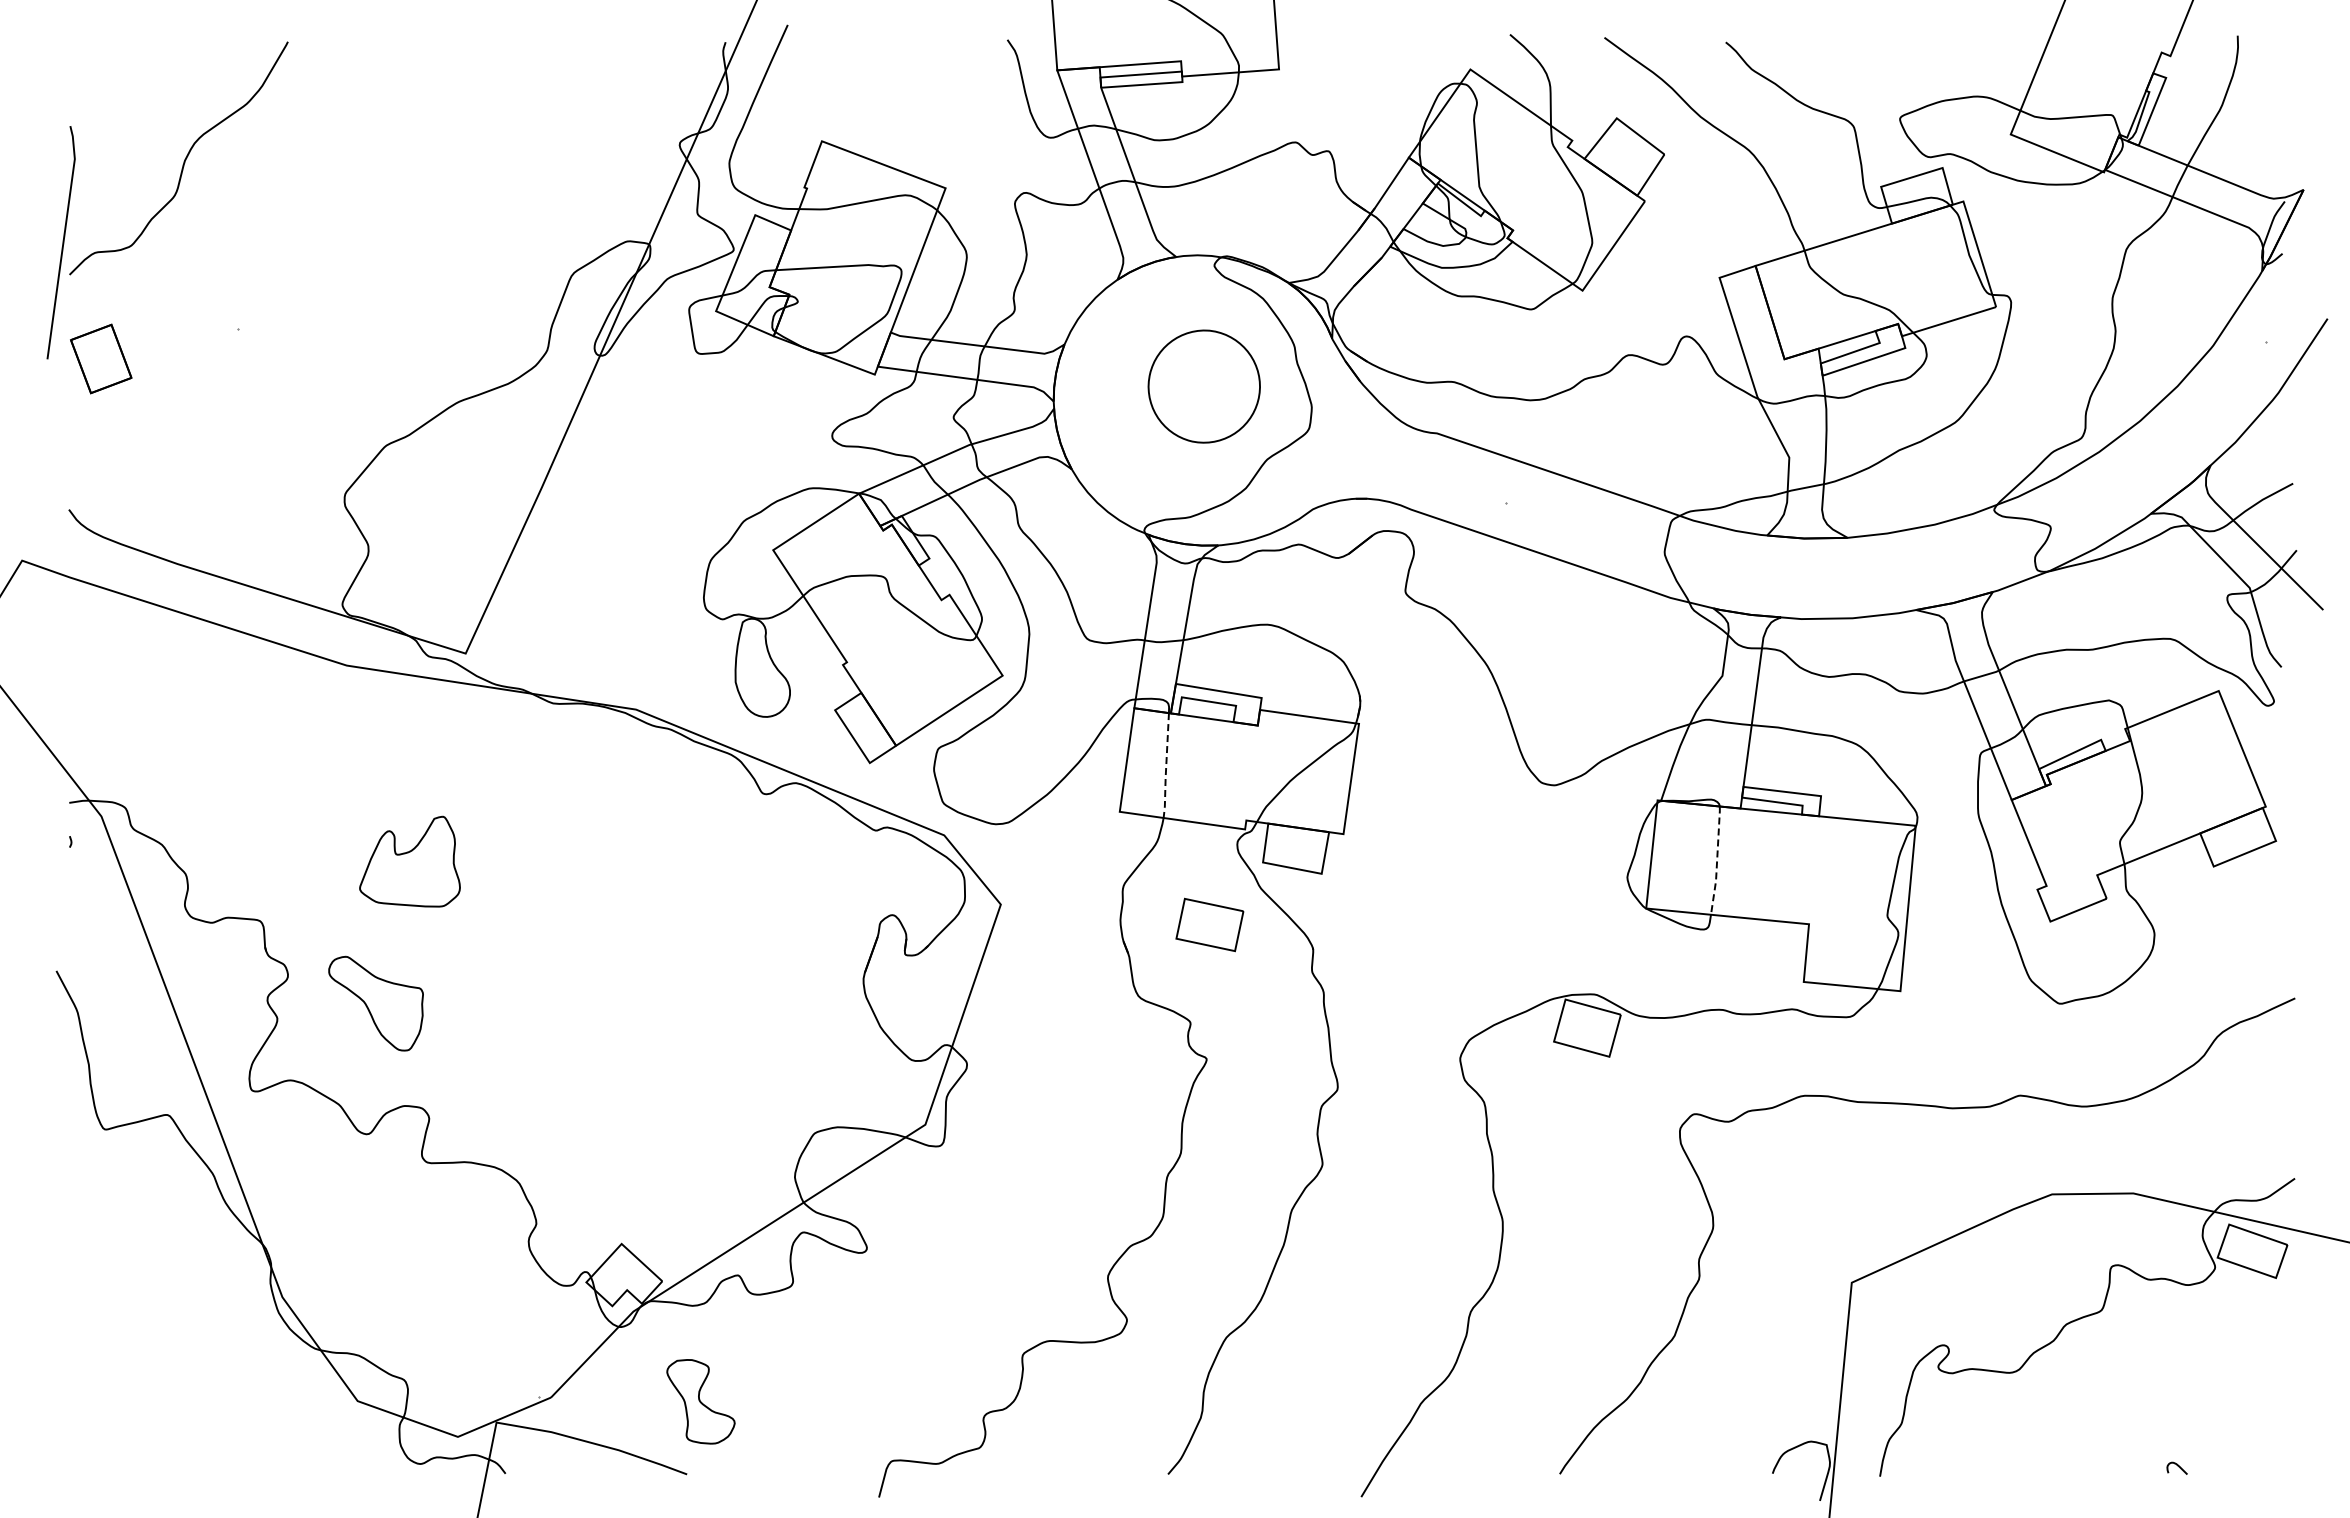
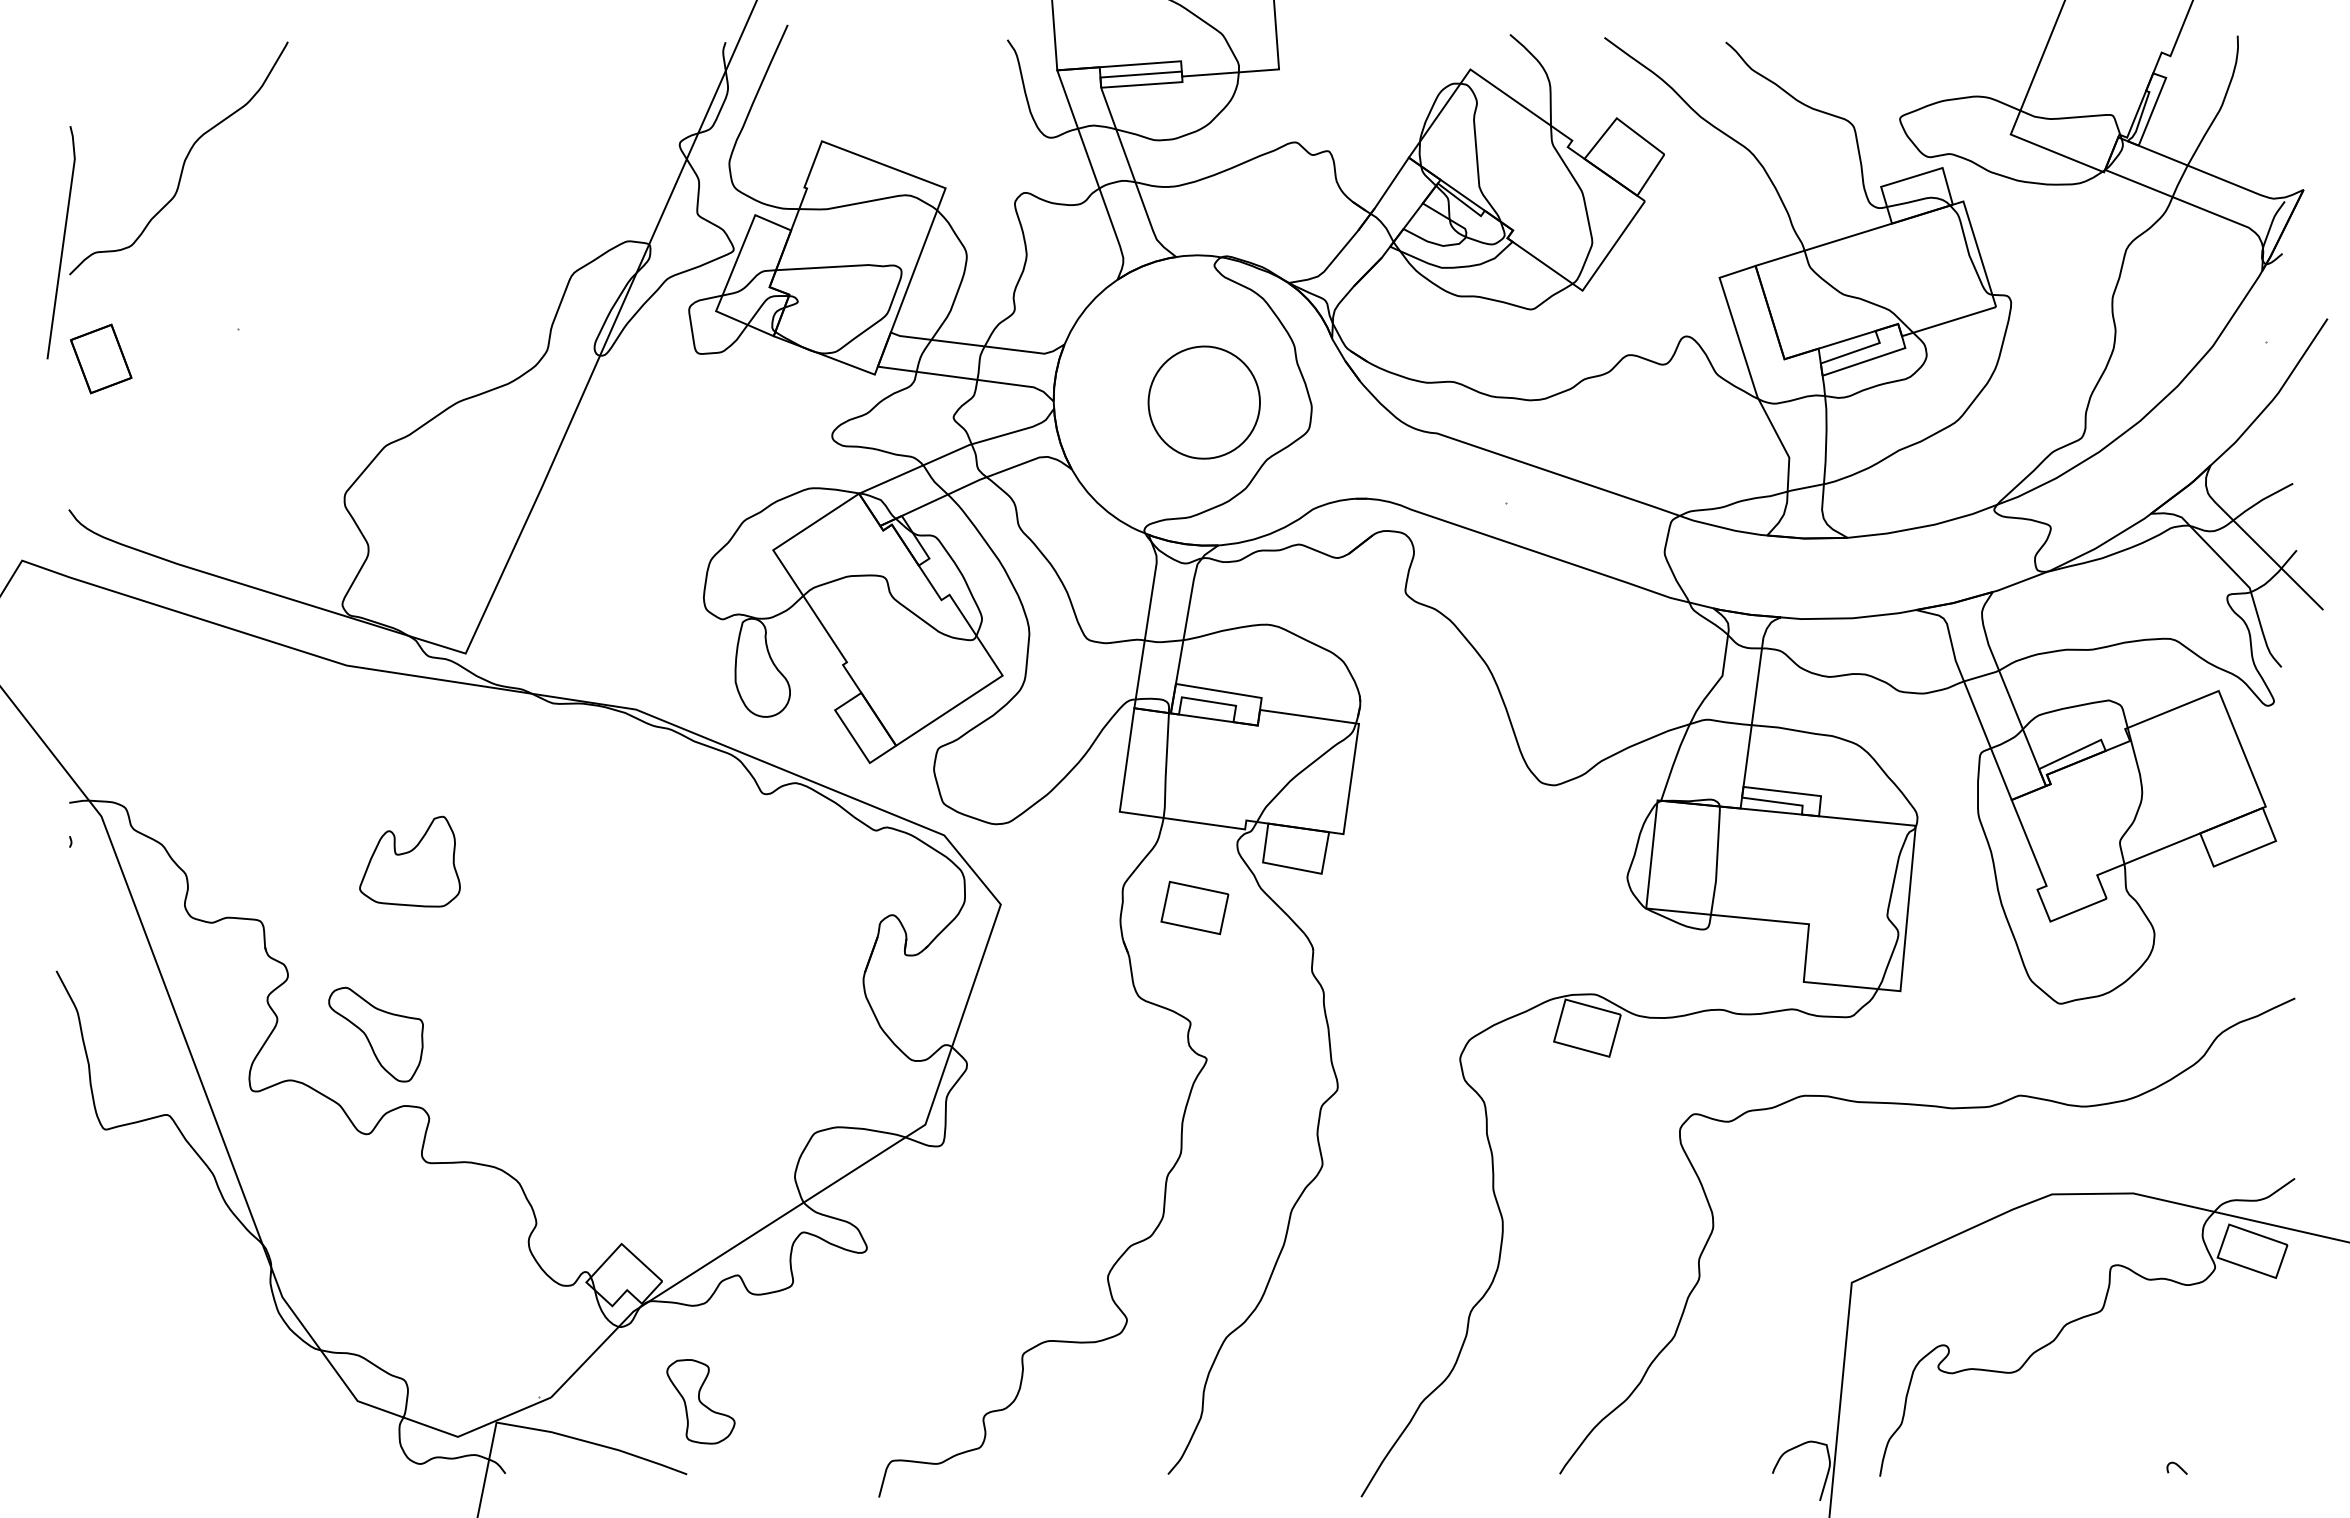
part at (1203, 386) position: (1203, 386) -> (1203, 402)
line at (1166, 767): dashed -> solid
line at (1717, 861): dashed -> solid
part at (1209, 924) position: (1209, 924) -> (1194, 907)
part at (375, 1003) position: (375, 1003) -> (375, 1034)
